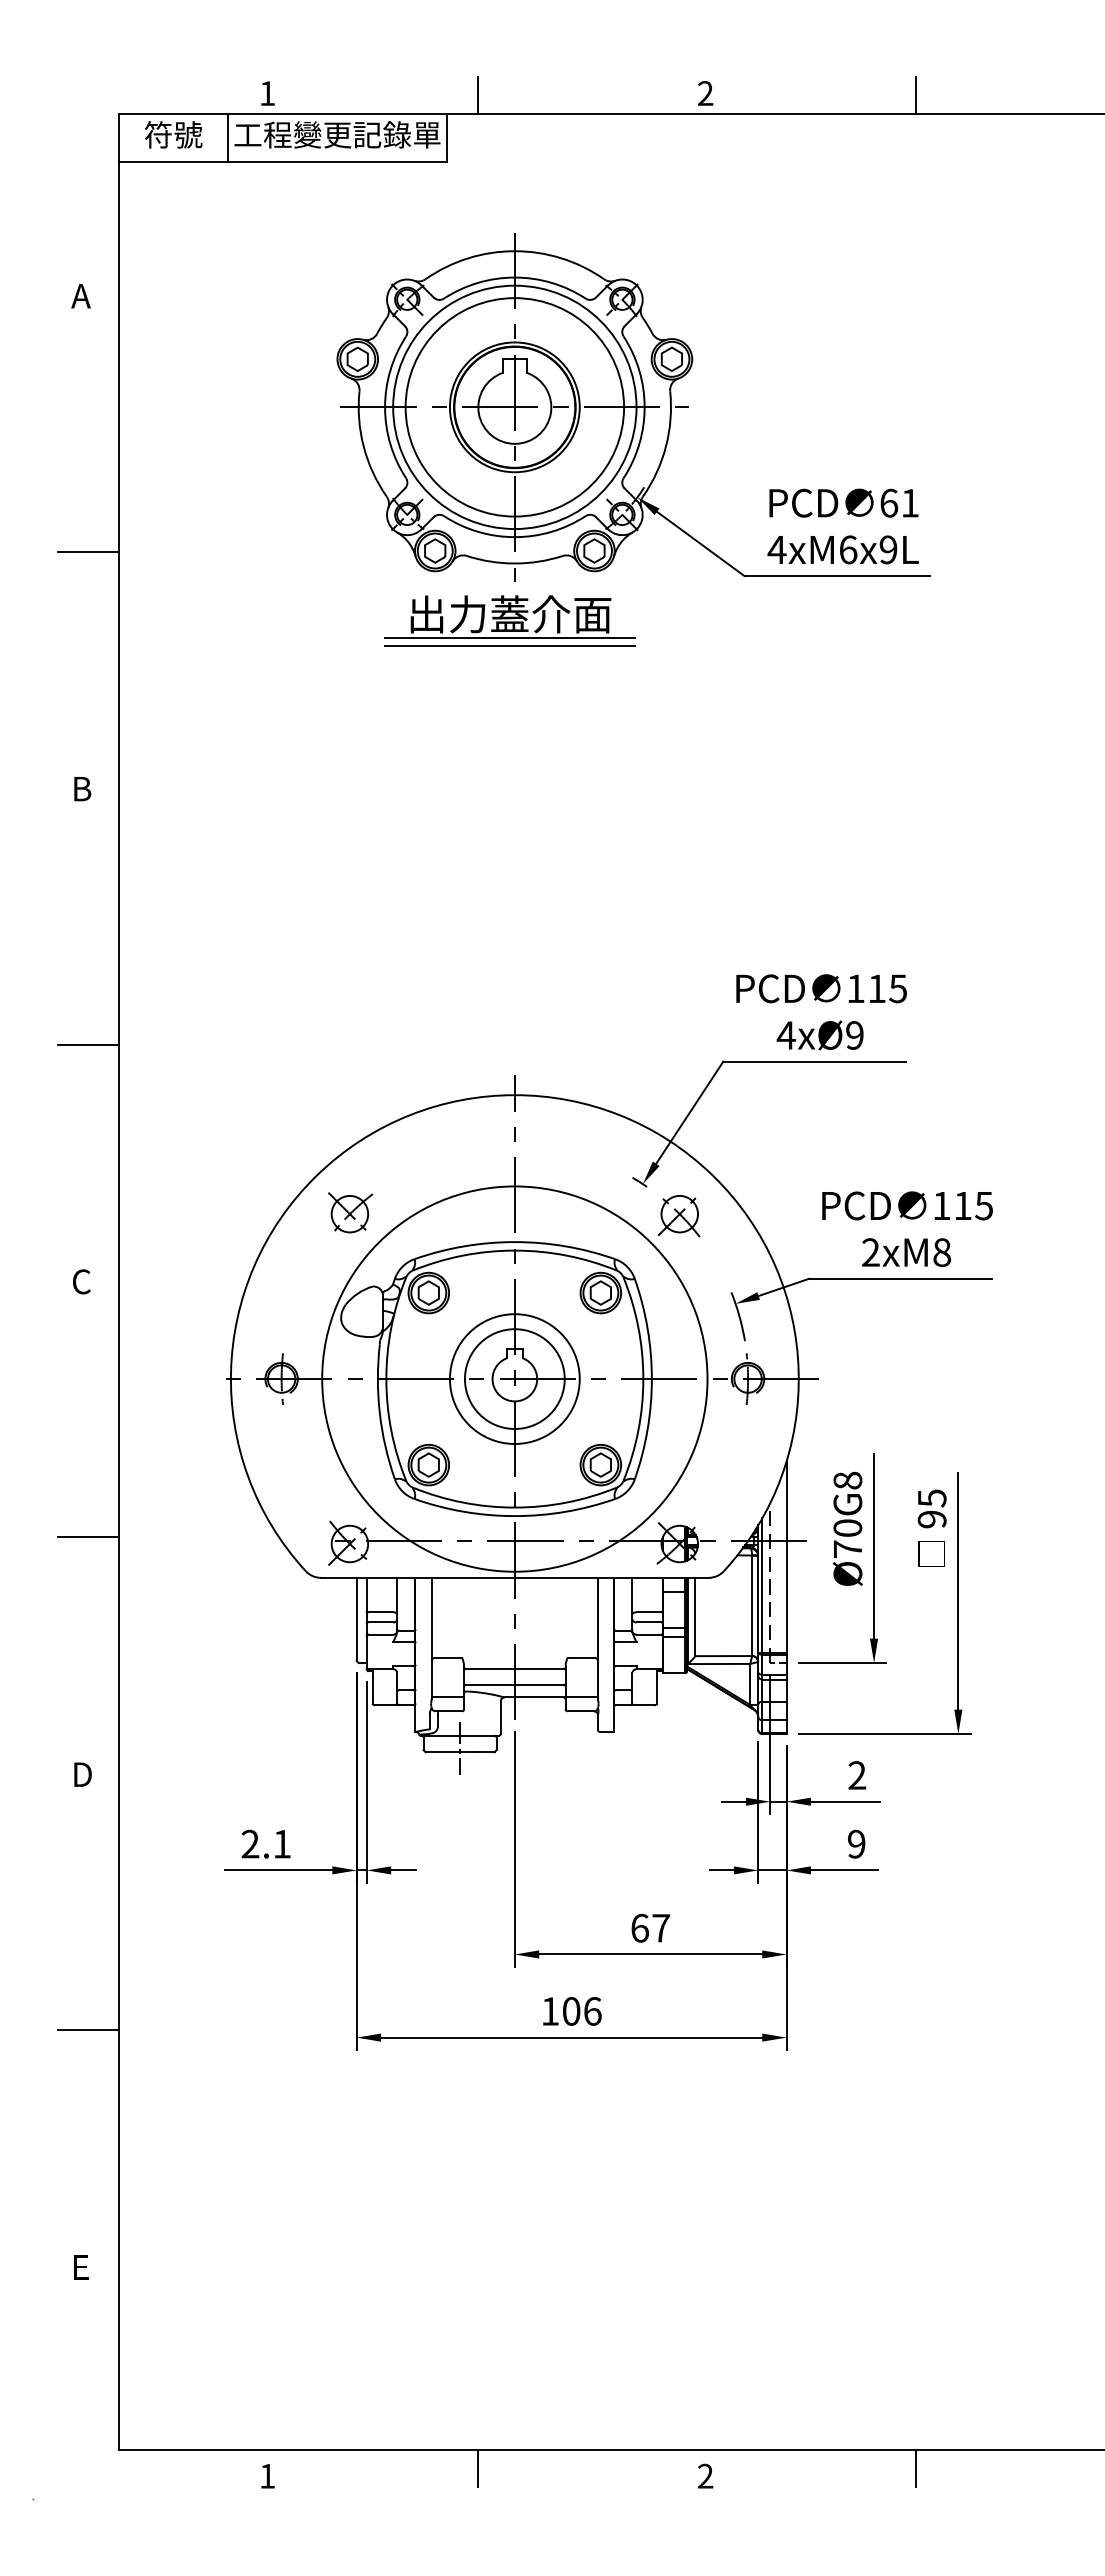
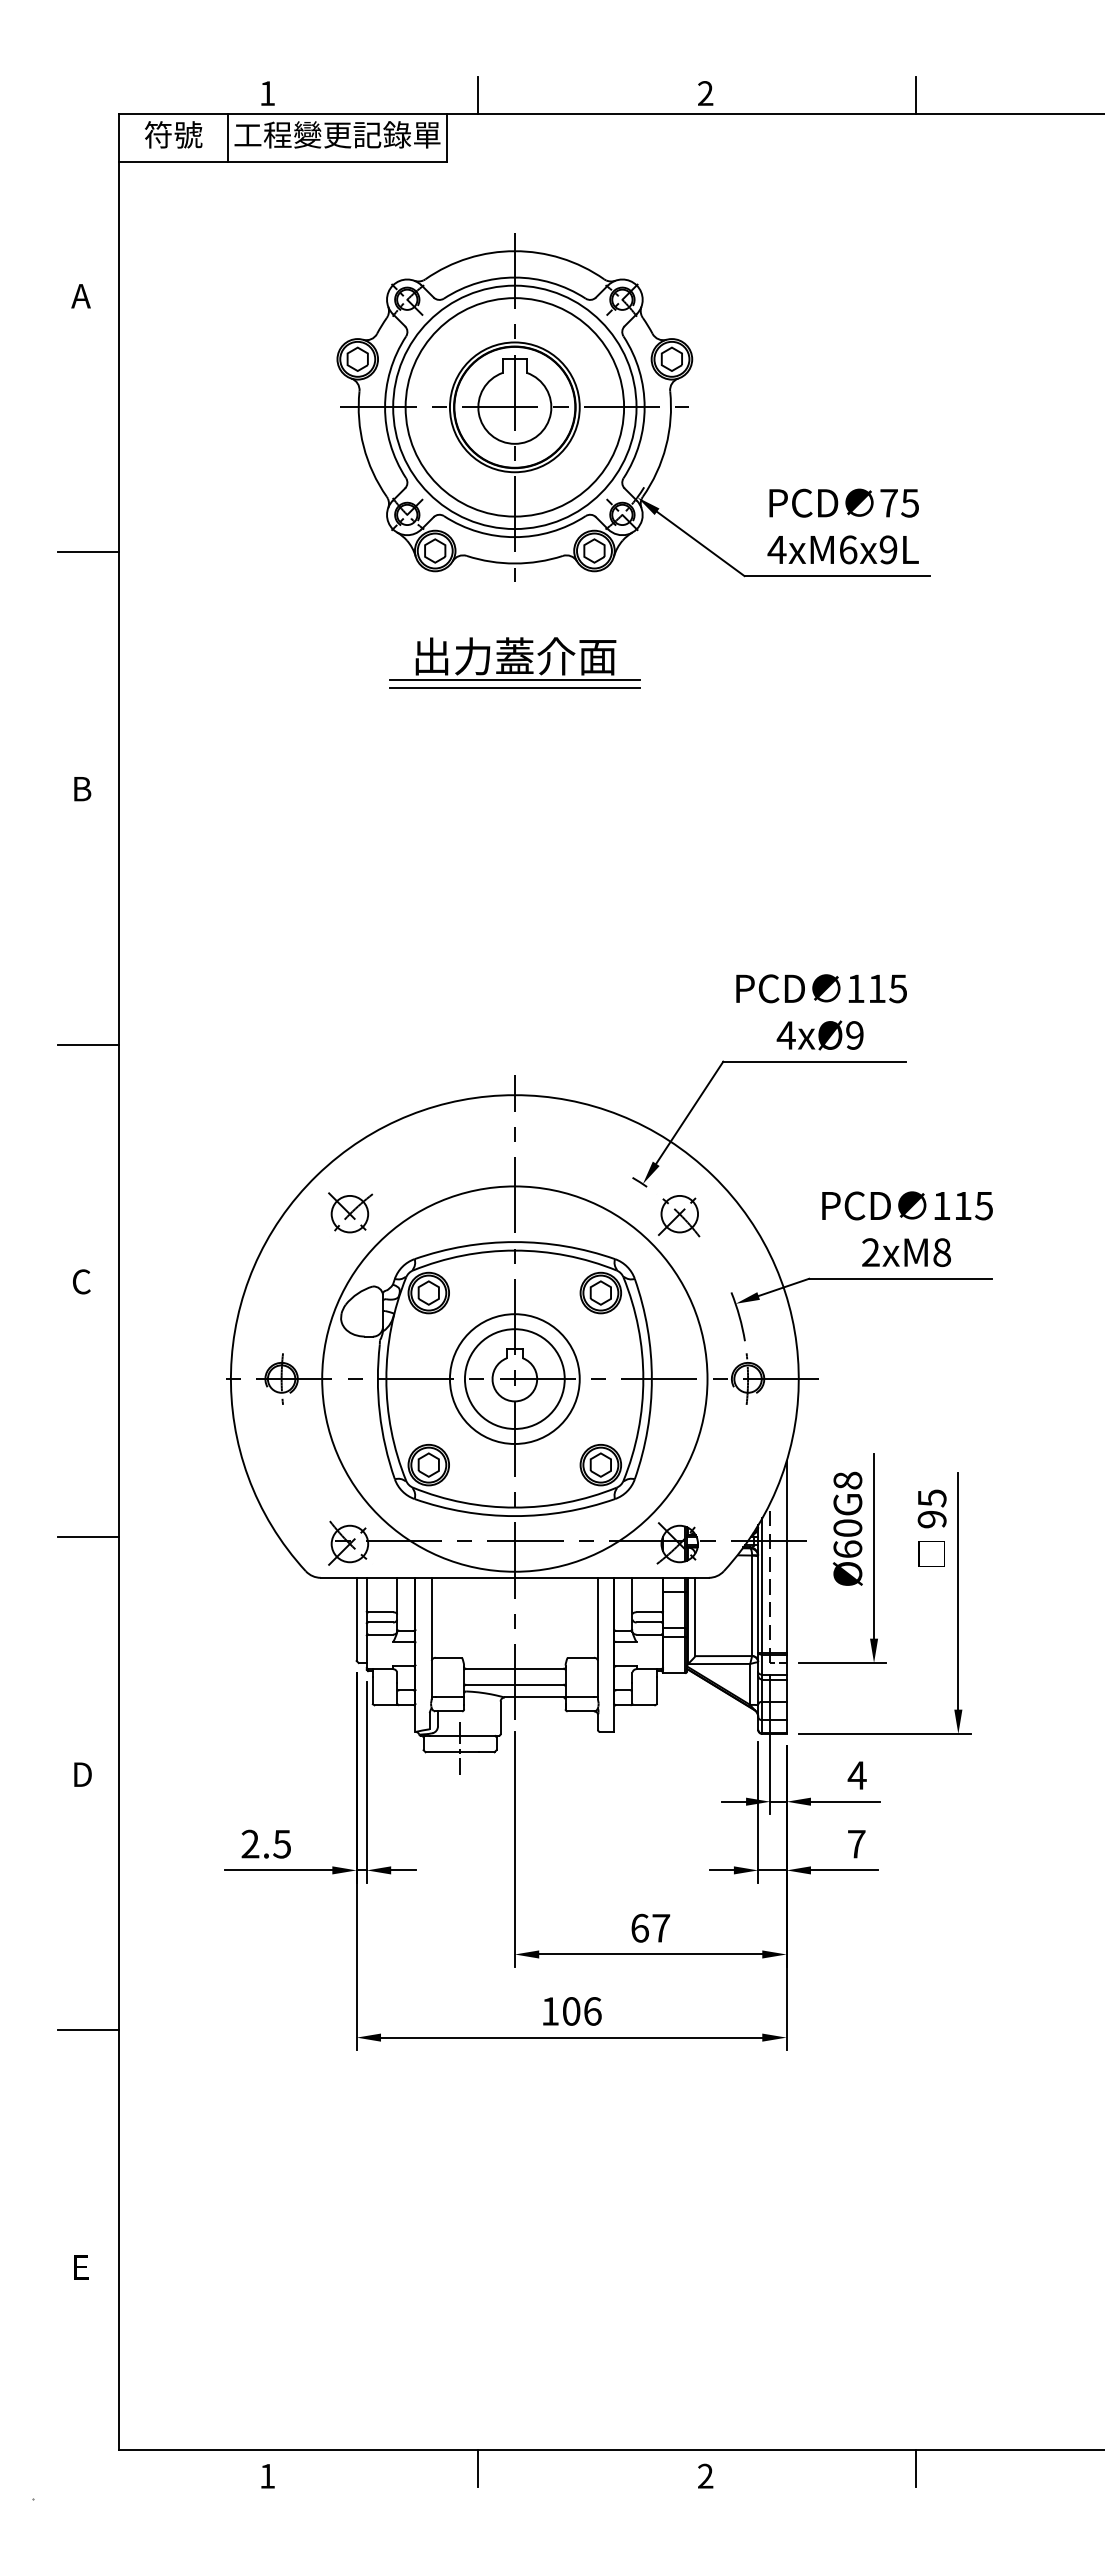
text at (899, 502): 61 -> 75
part at (509, 620) position: (509, 620) -> (514, 662)
text at (847, 1548): Ø70G8 -> Ø60G8
text at (856, 1775): 2 -> 4
text at (856, 1843): 9 -> 7
text at (281, 1844): 2.1 -> 2.5
